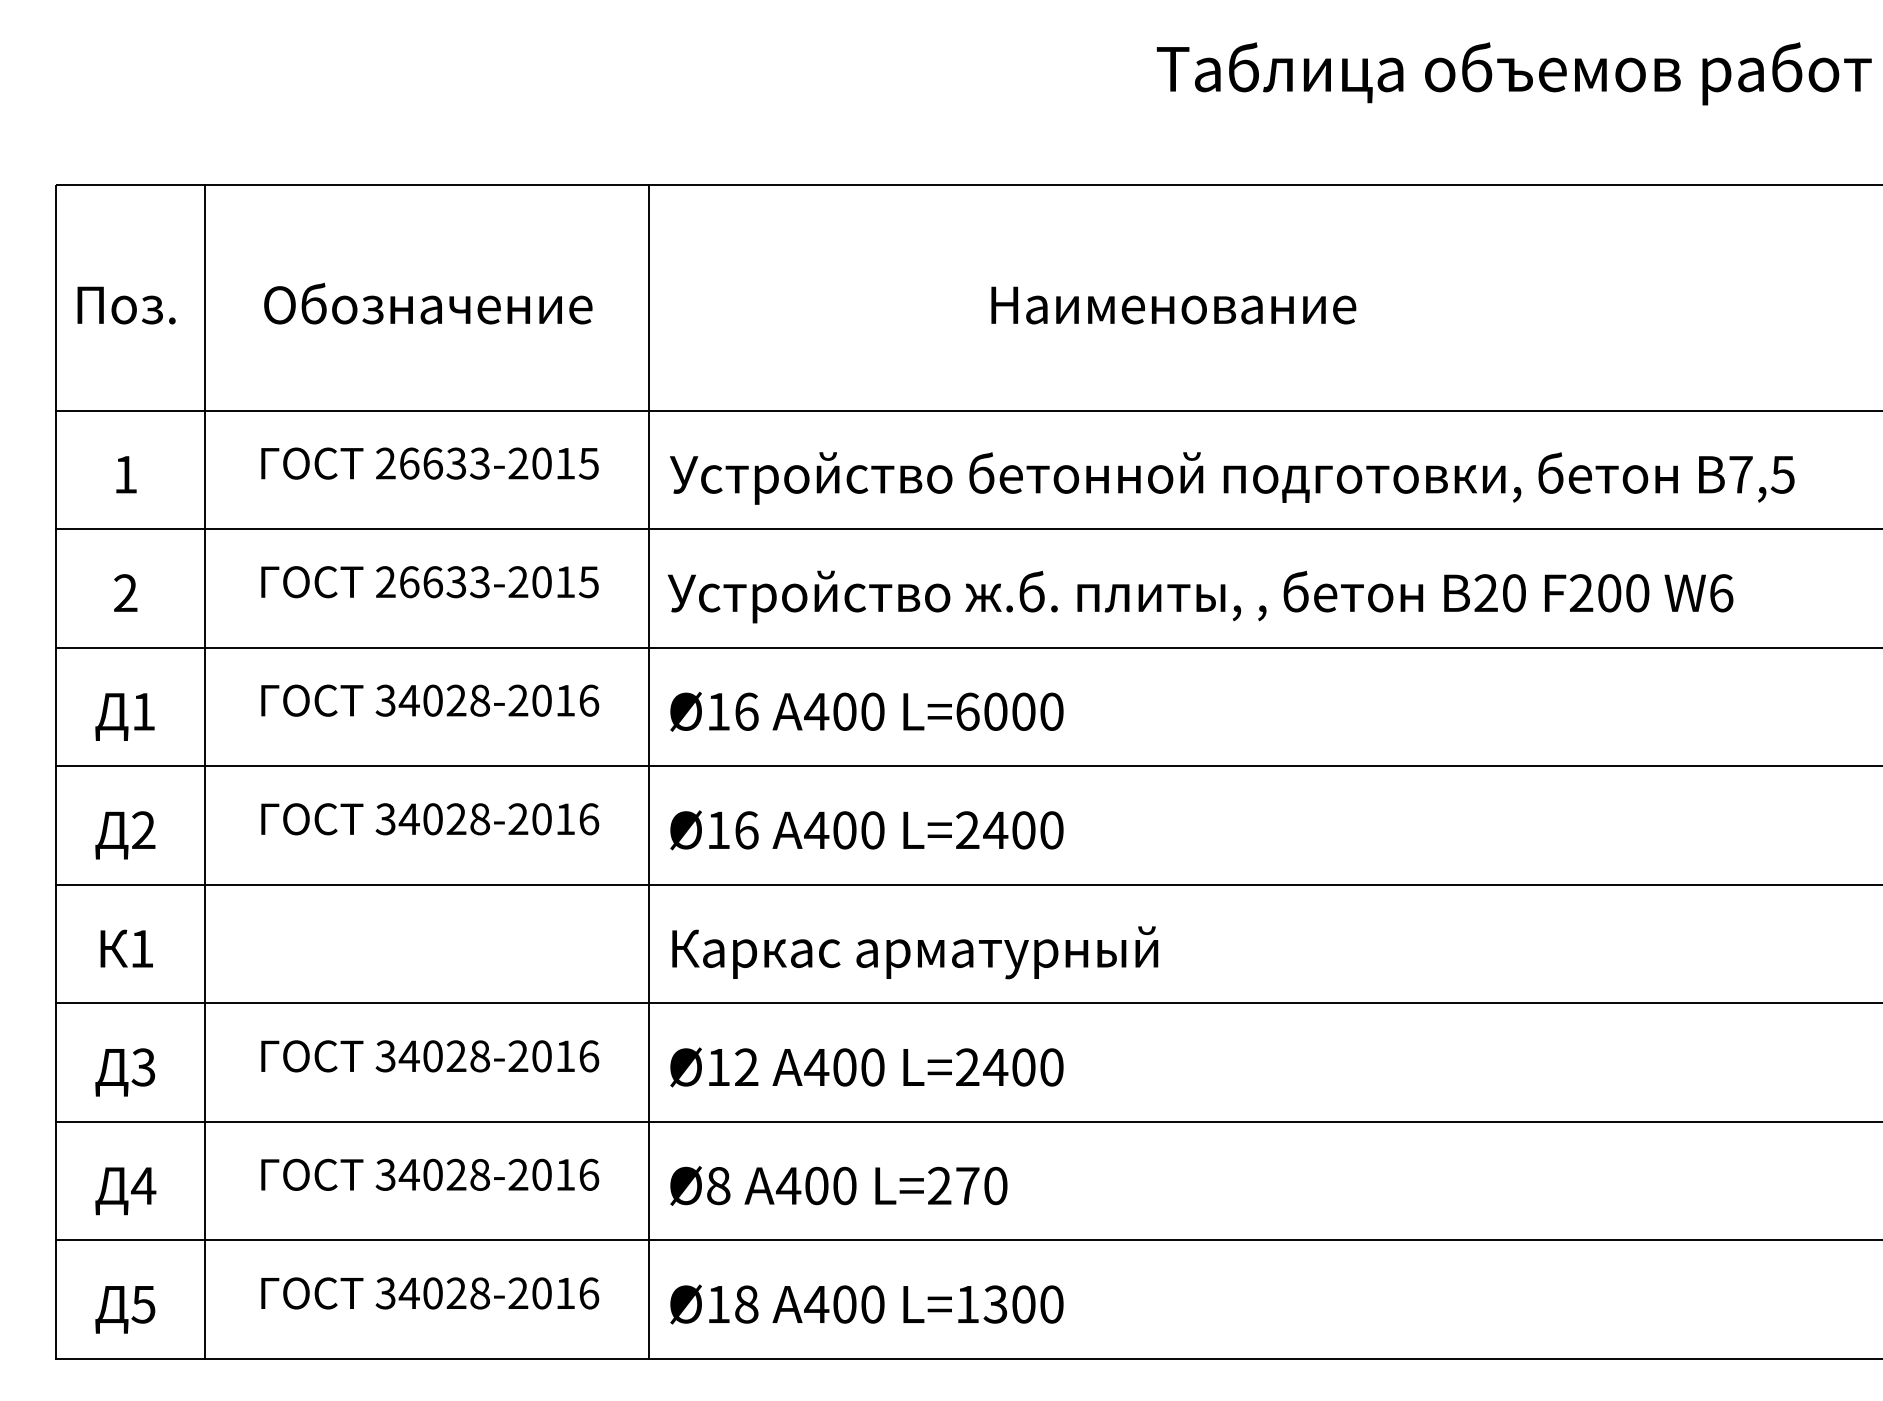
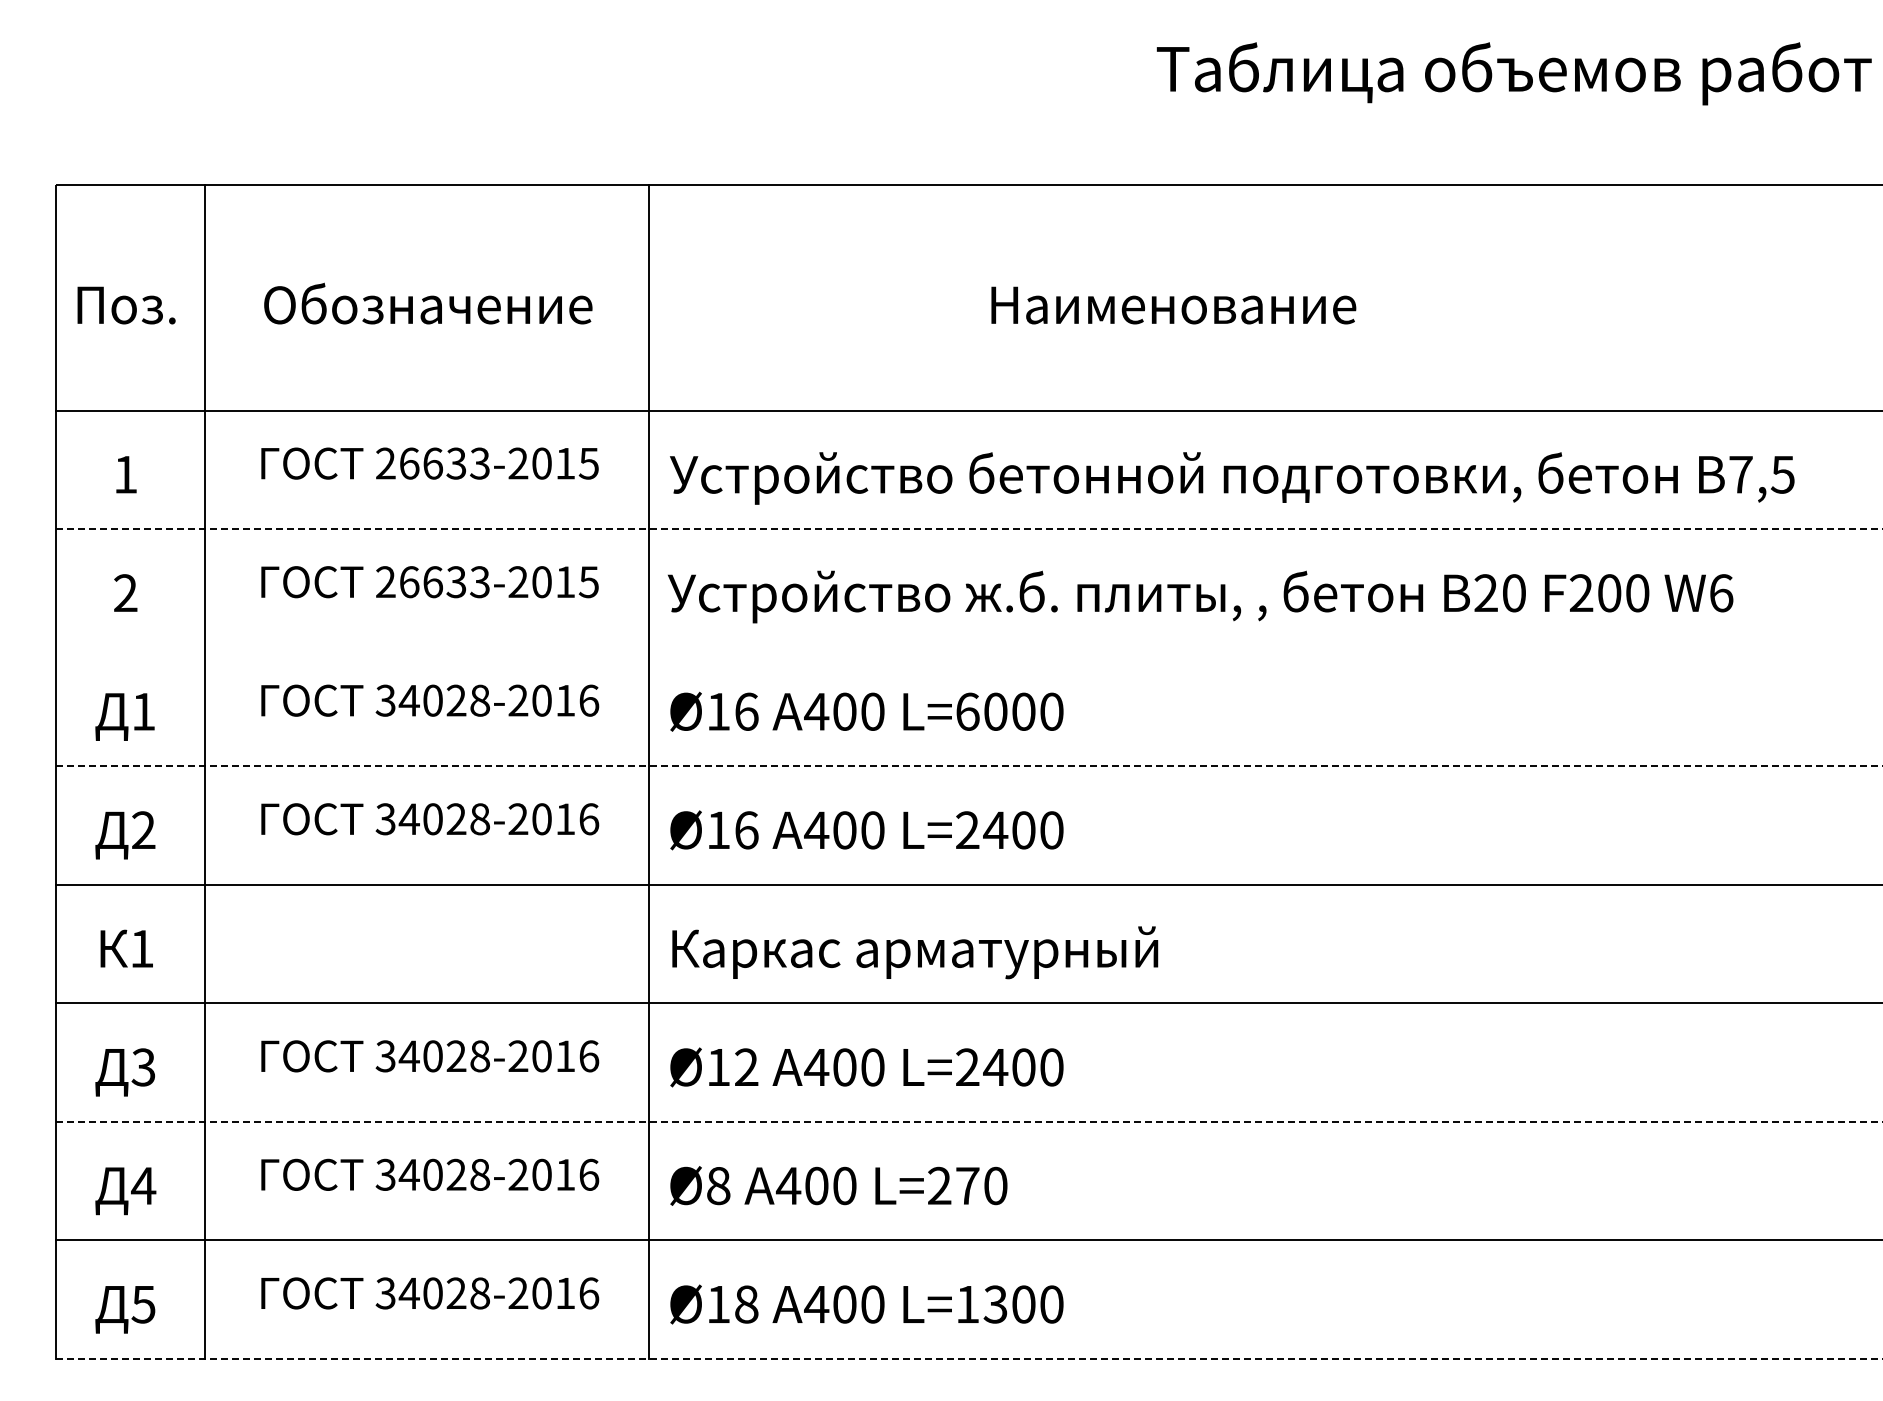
line at (969, 529): solid -> dashed
line at (967, 647): present -> none
line at (969, 766): solid -> dashed
line at (969, 1121): solid -> dashed
line at (969, 1358): solid -> dashed
